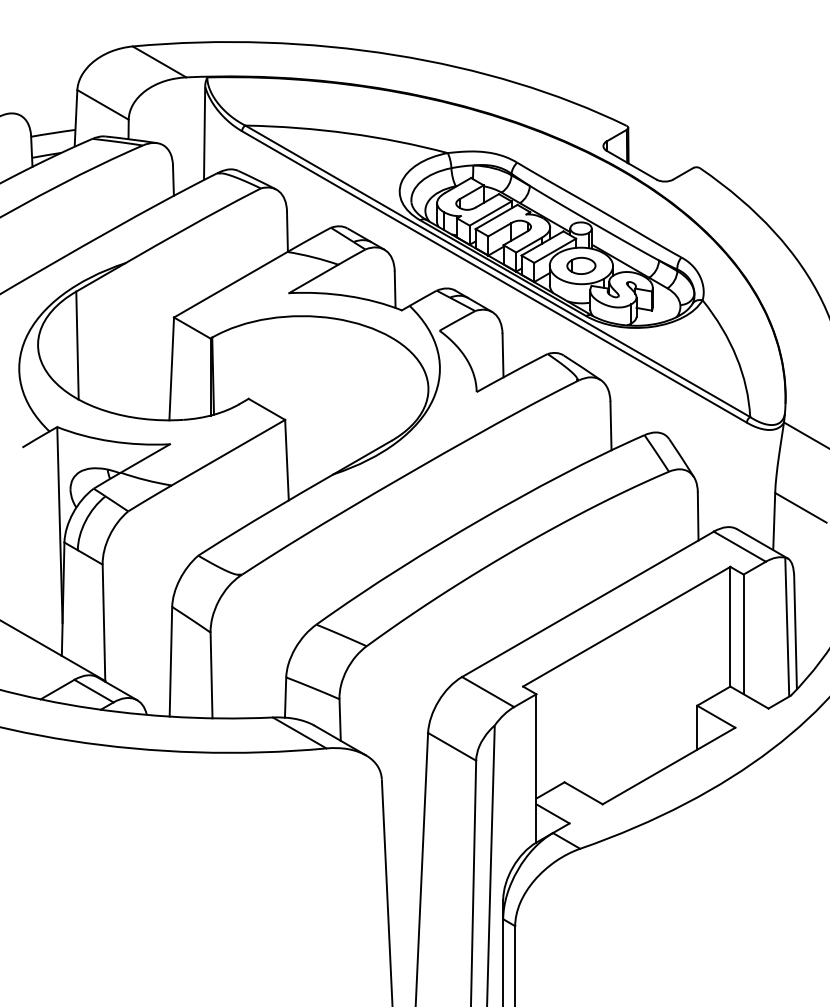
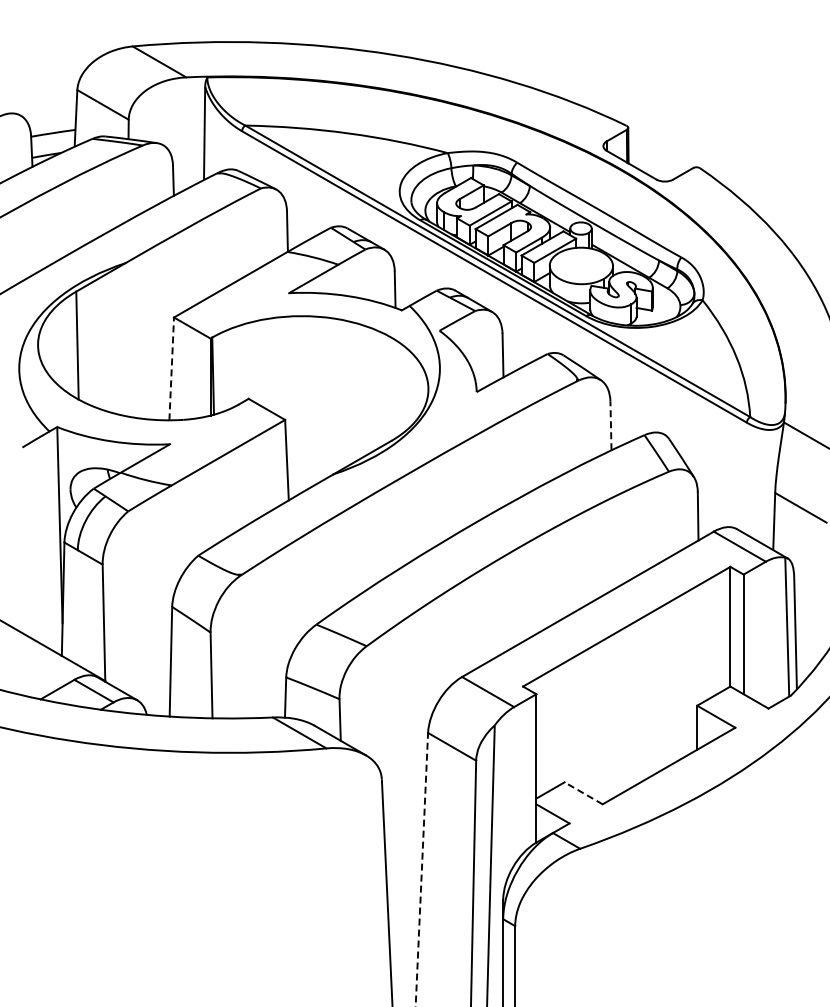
part at (581, 265): present -> none
line at (171, 368): solid -> dashed
line at (610, 425): solid -> dashed
line at (583, 793): solid -> dashed
line at (421, 869): solid -> dashed
